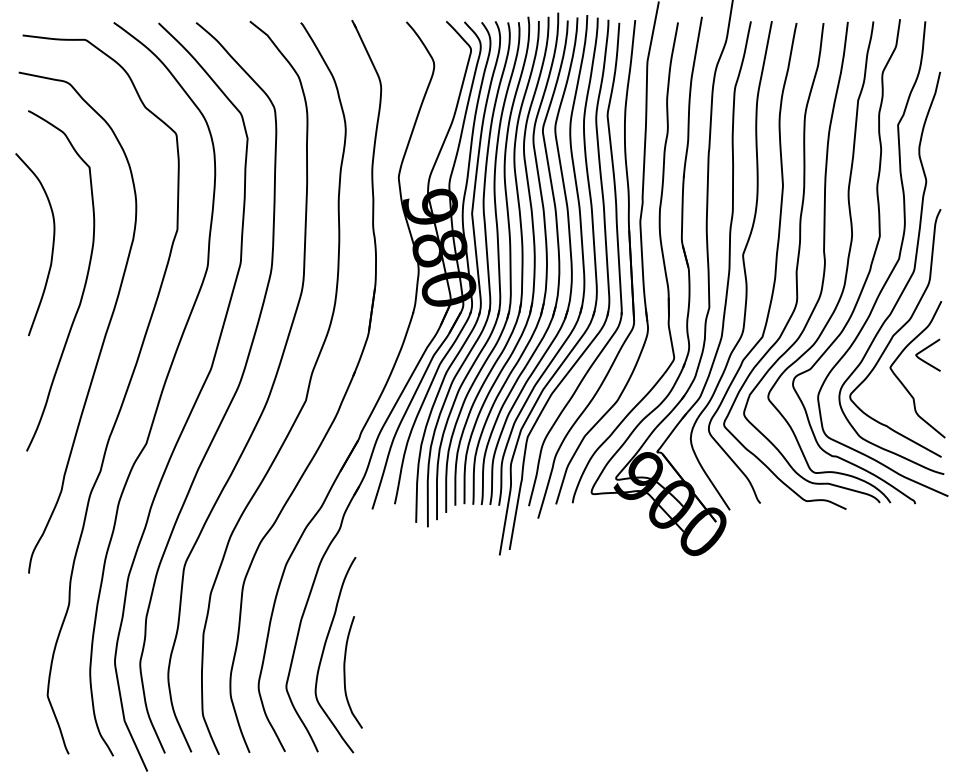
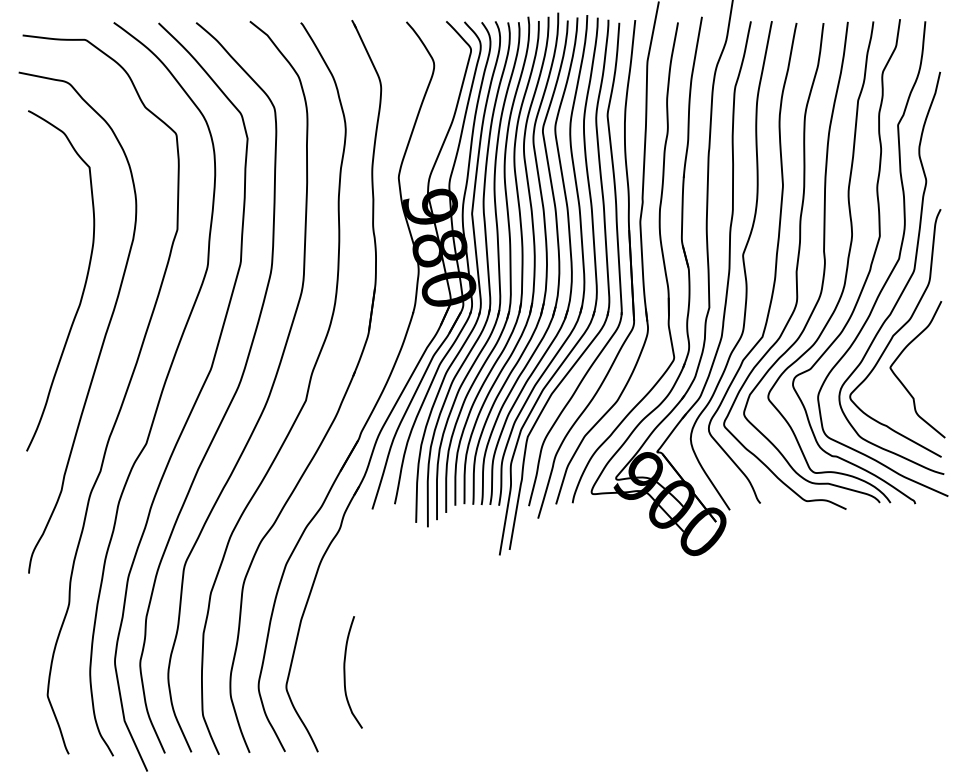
curve at (52, 244): present -> none
curve at (924, 350): present -> none
curve at (324, 651): present -> none
